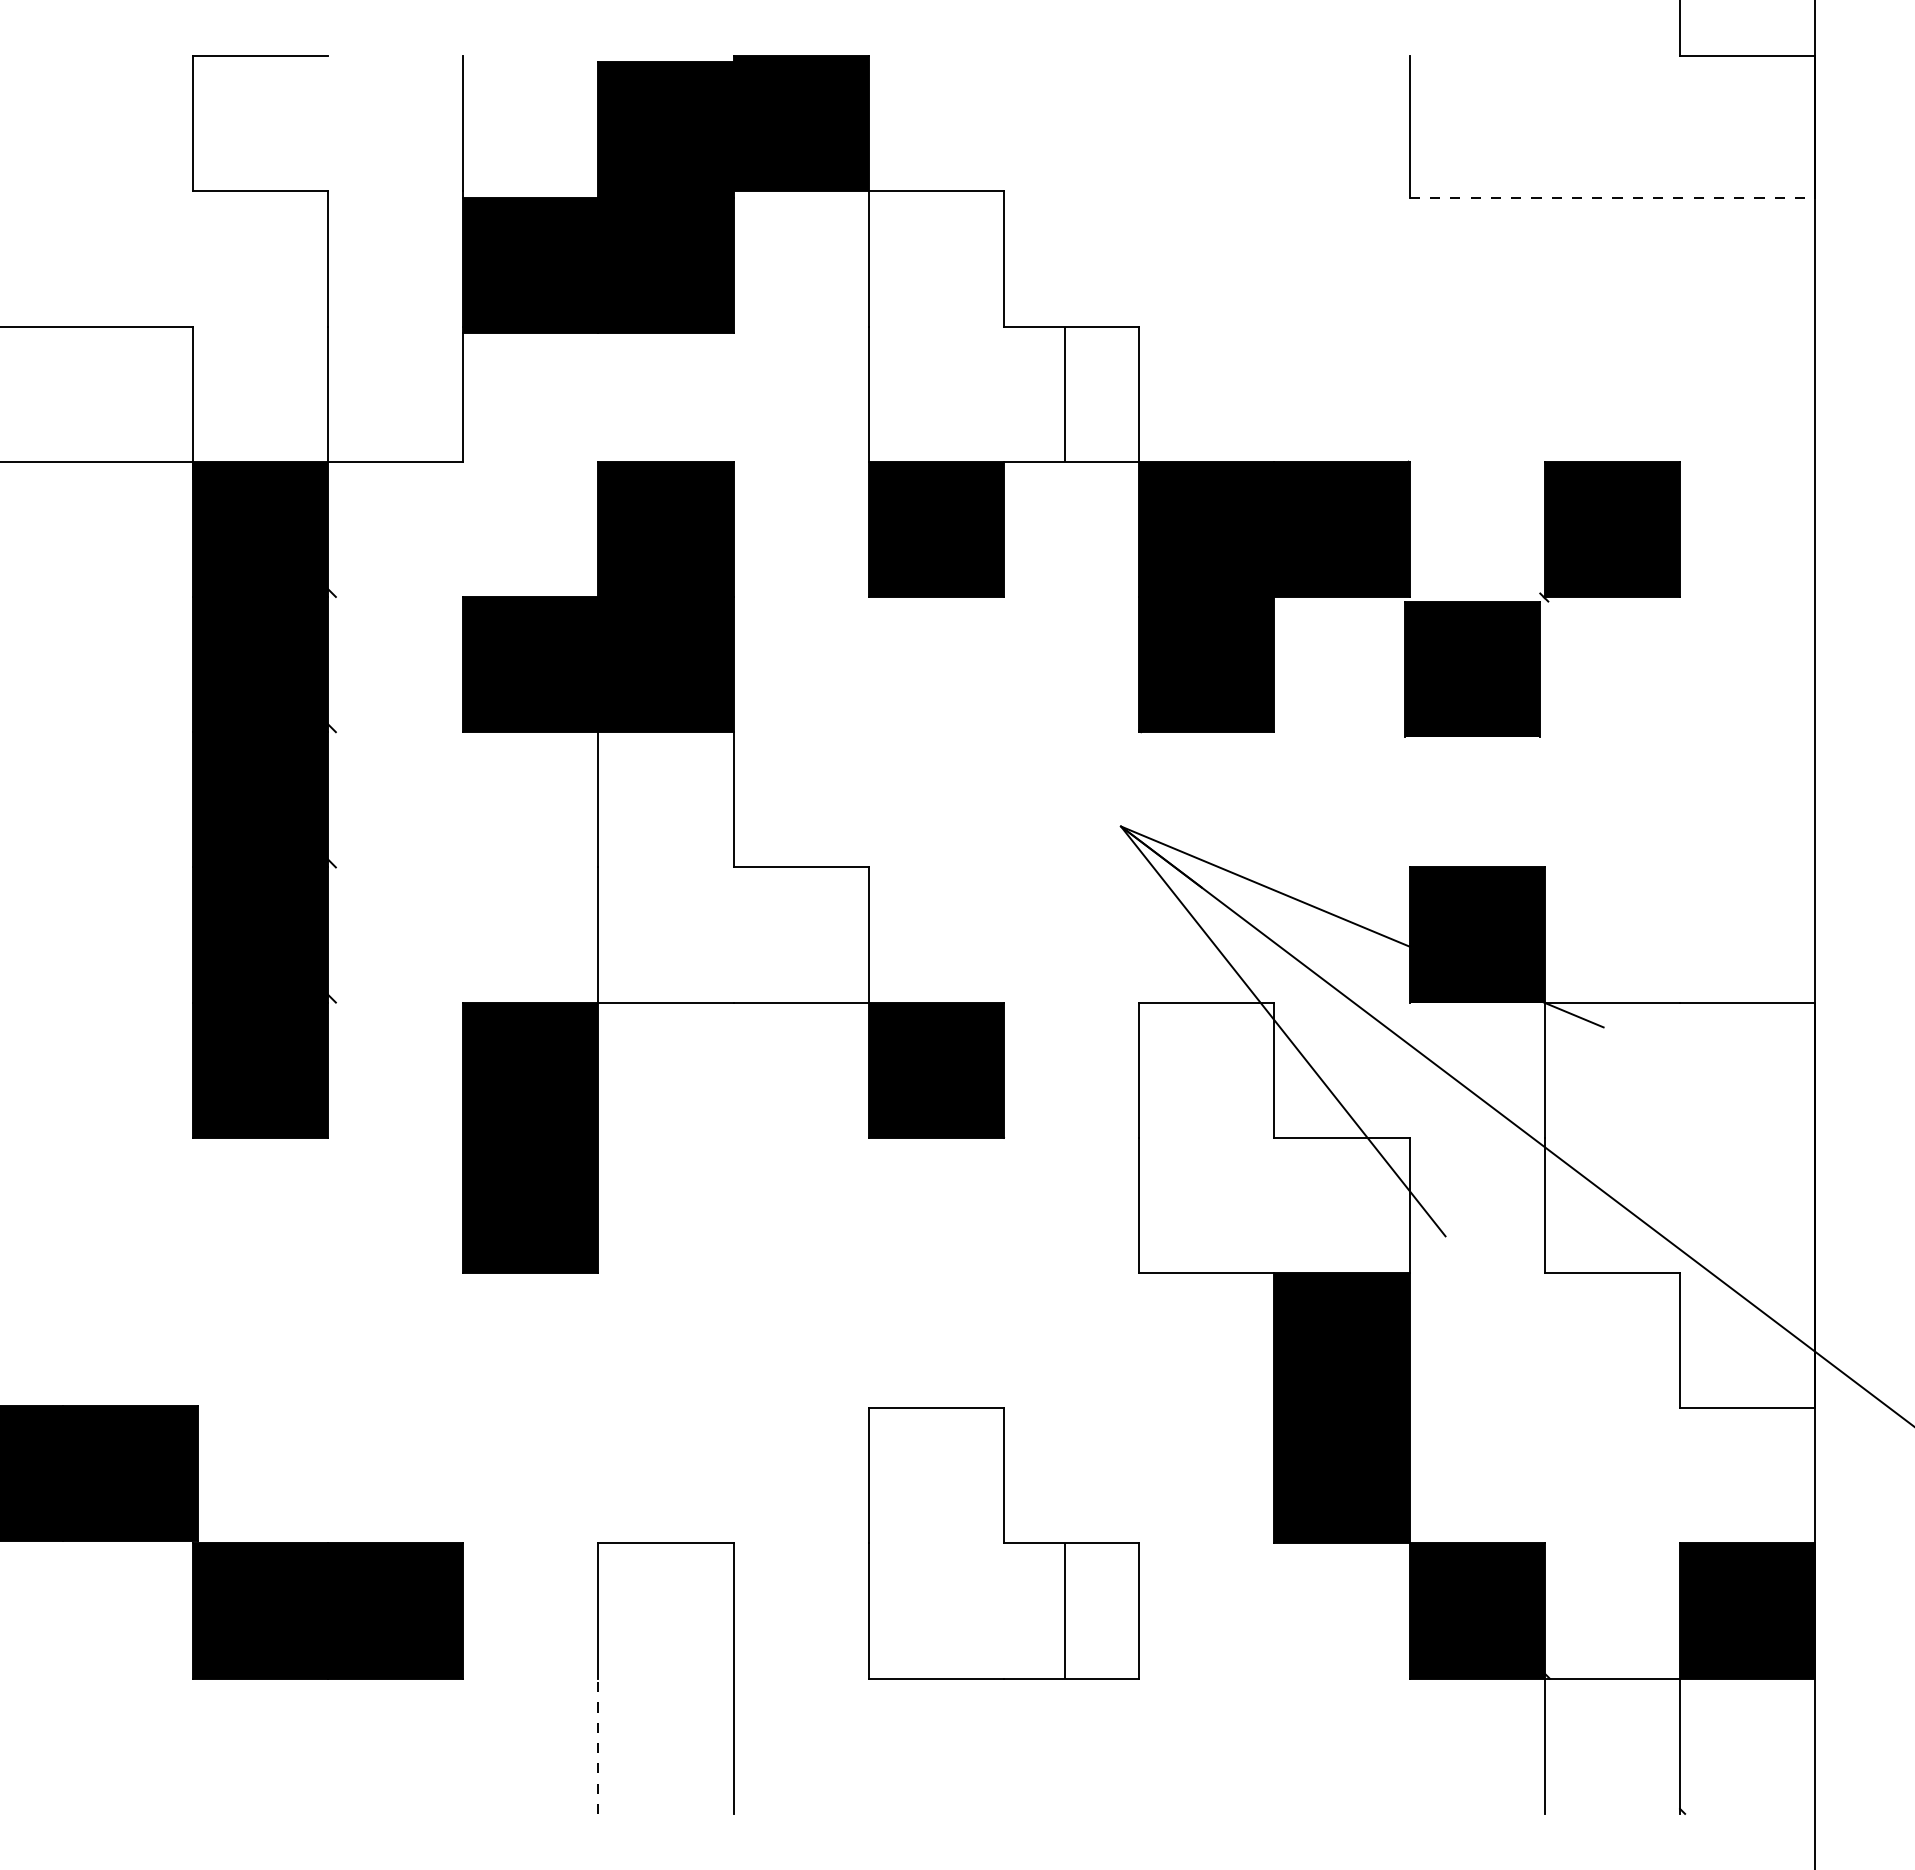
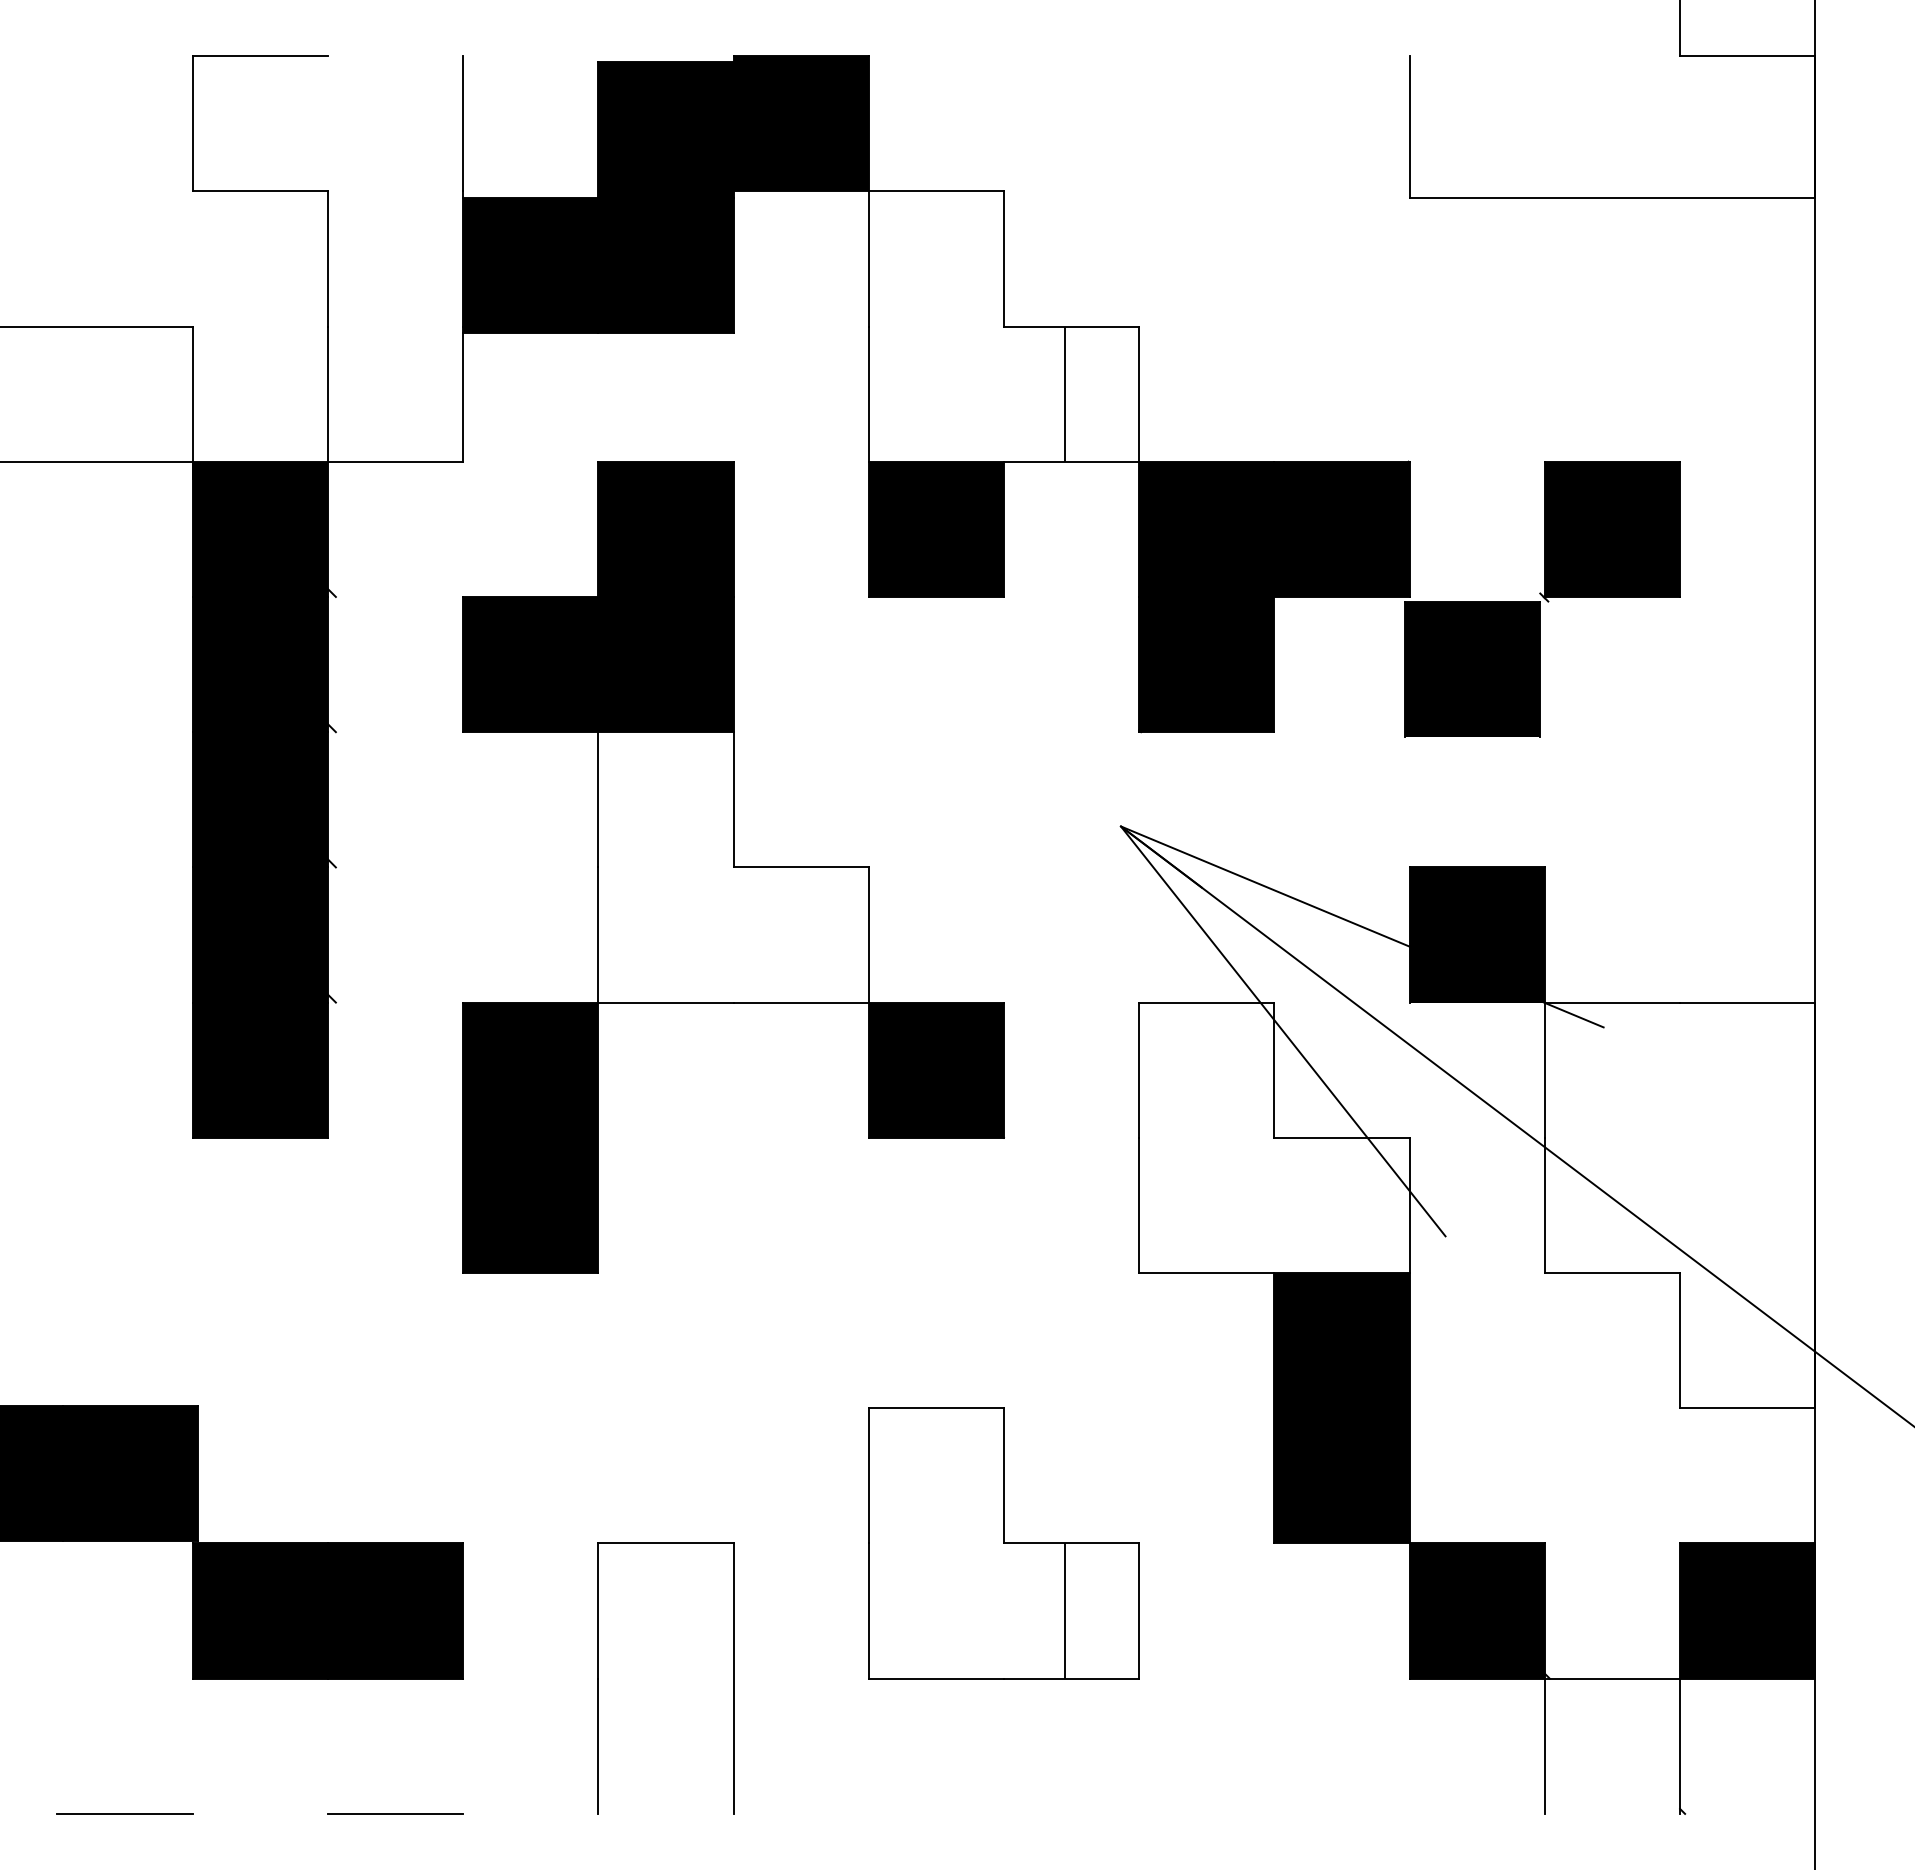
line at (1612, 197): dashed -> solid
line at (598, 1746): dashed -> solid
line at (124, 1813): none -> present
line at (395, 1813): none -> present
